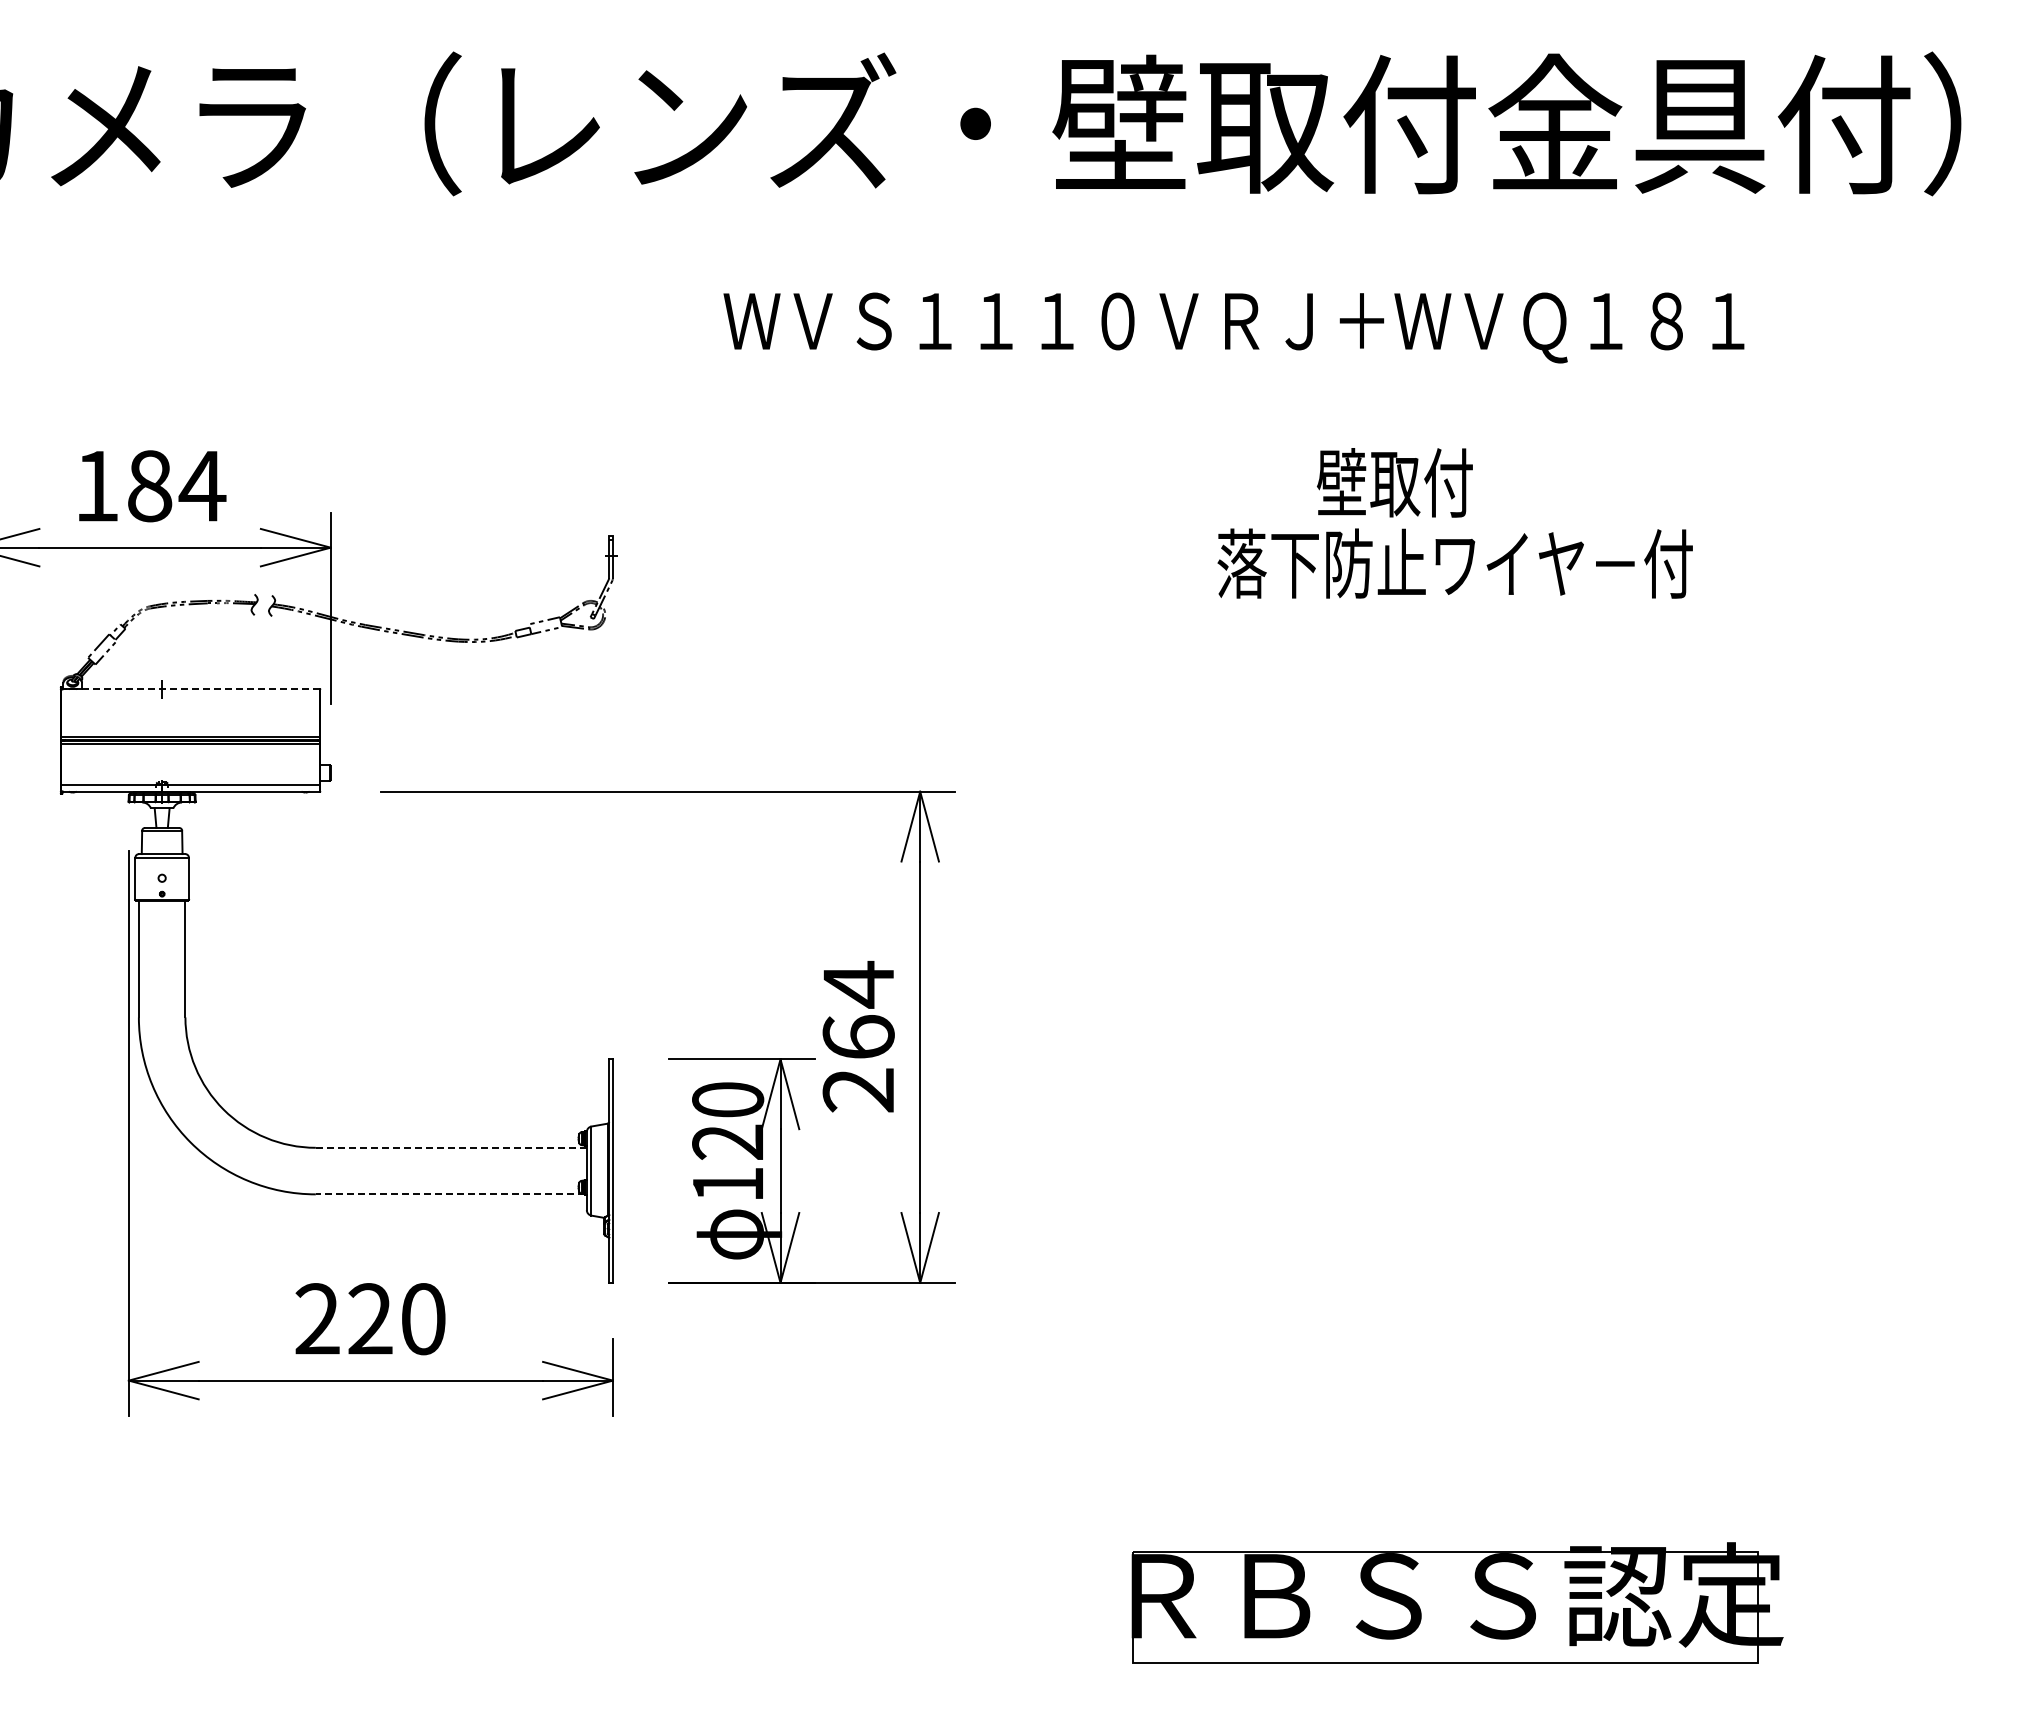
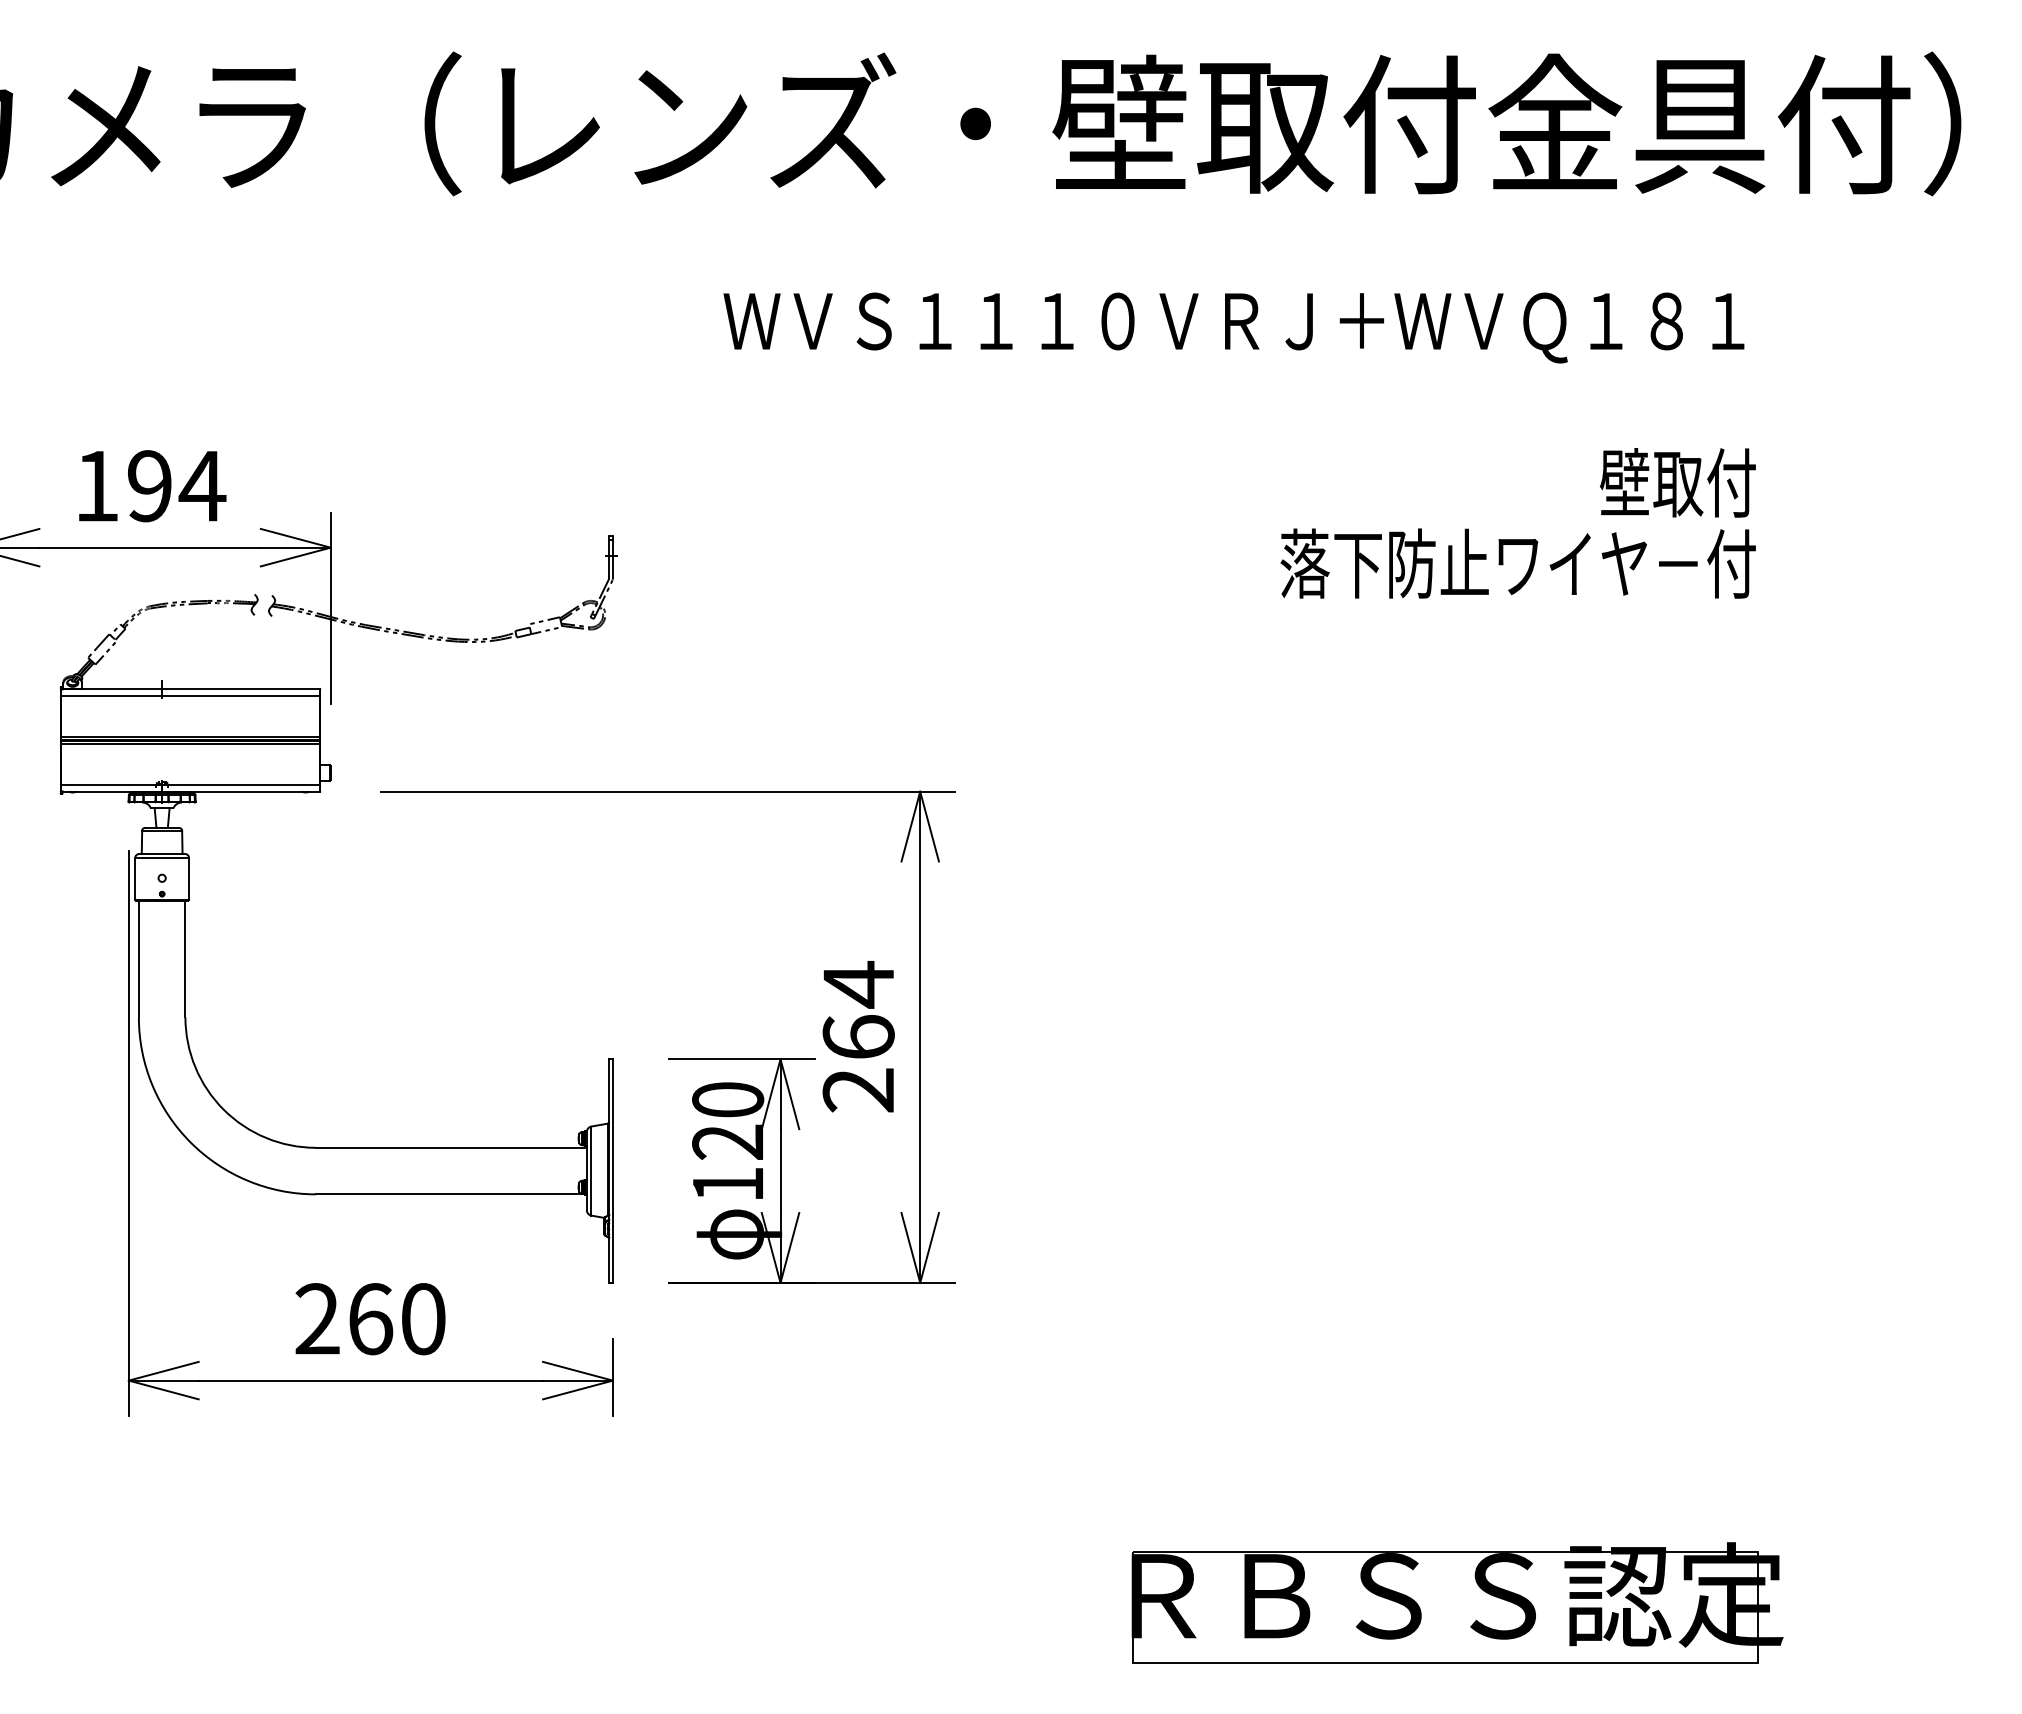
text at (1394, 482) position: (1394, 482) -> (1677, 482)
text at (150, 486): 184 -> 194
text at (1454, 563) position: (1454, 563) -> (1517, 563)
line at (190, 689): dashed -> solid
line at (190, 695): none -> present
line at (451, 1147): dashed -> solid
line at (450, 1194): dashed -> solid
text at (370, 1319): 220 -> 260
